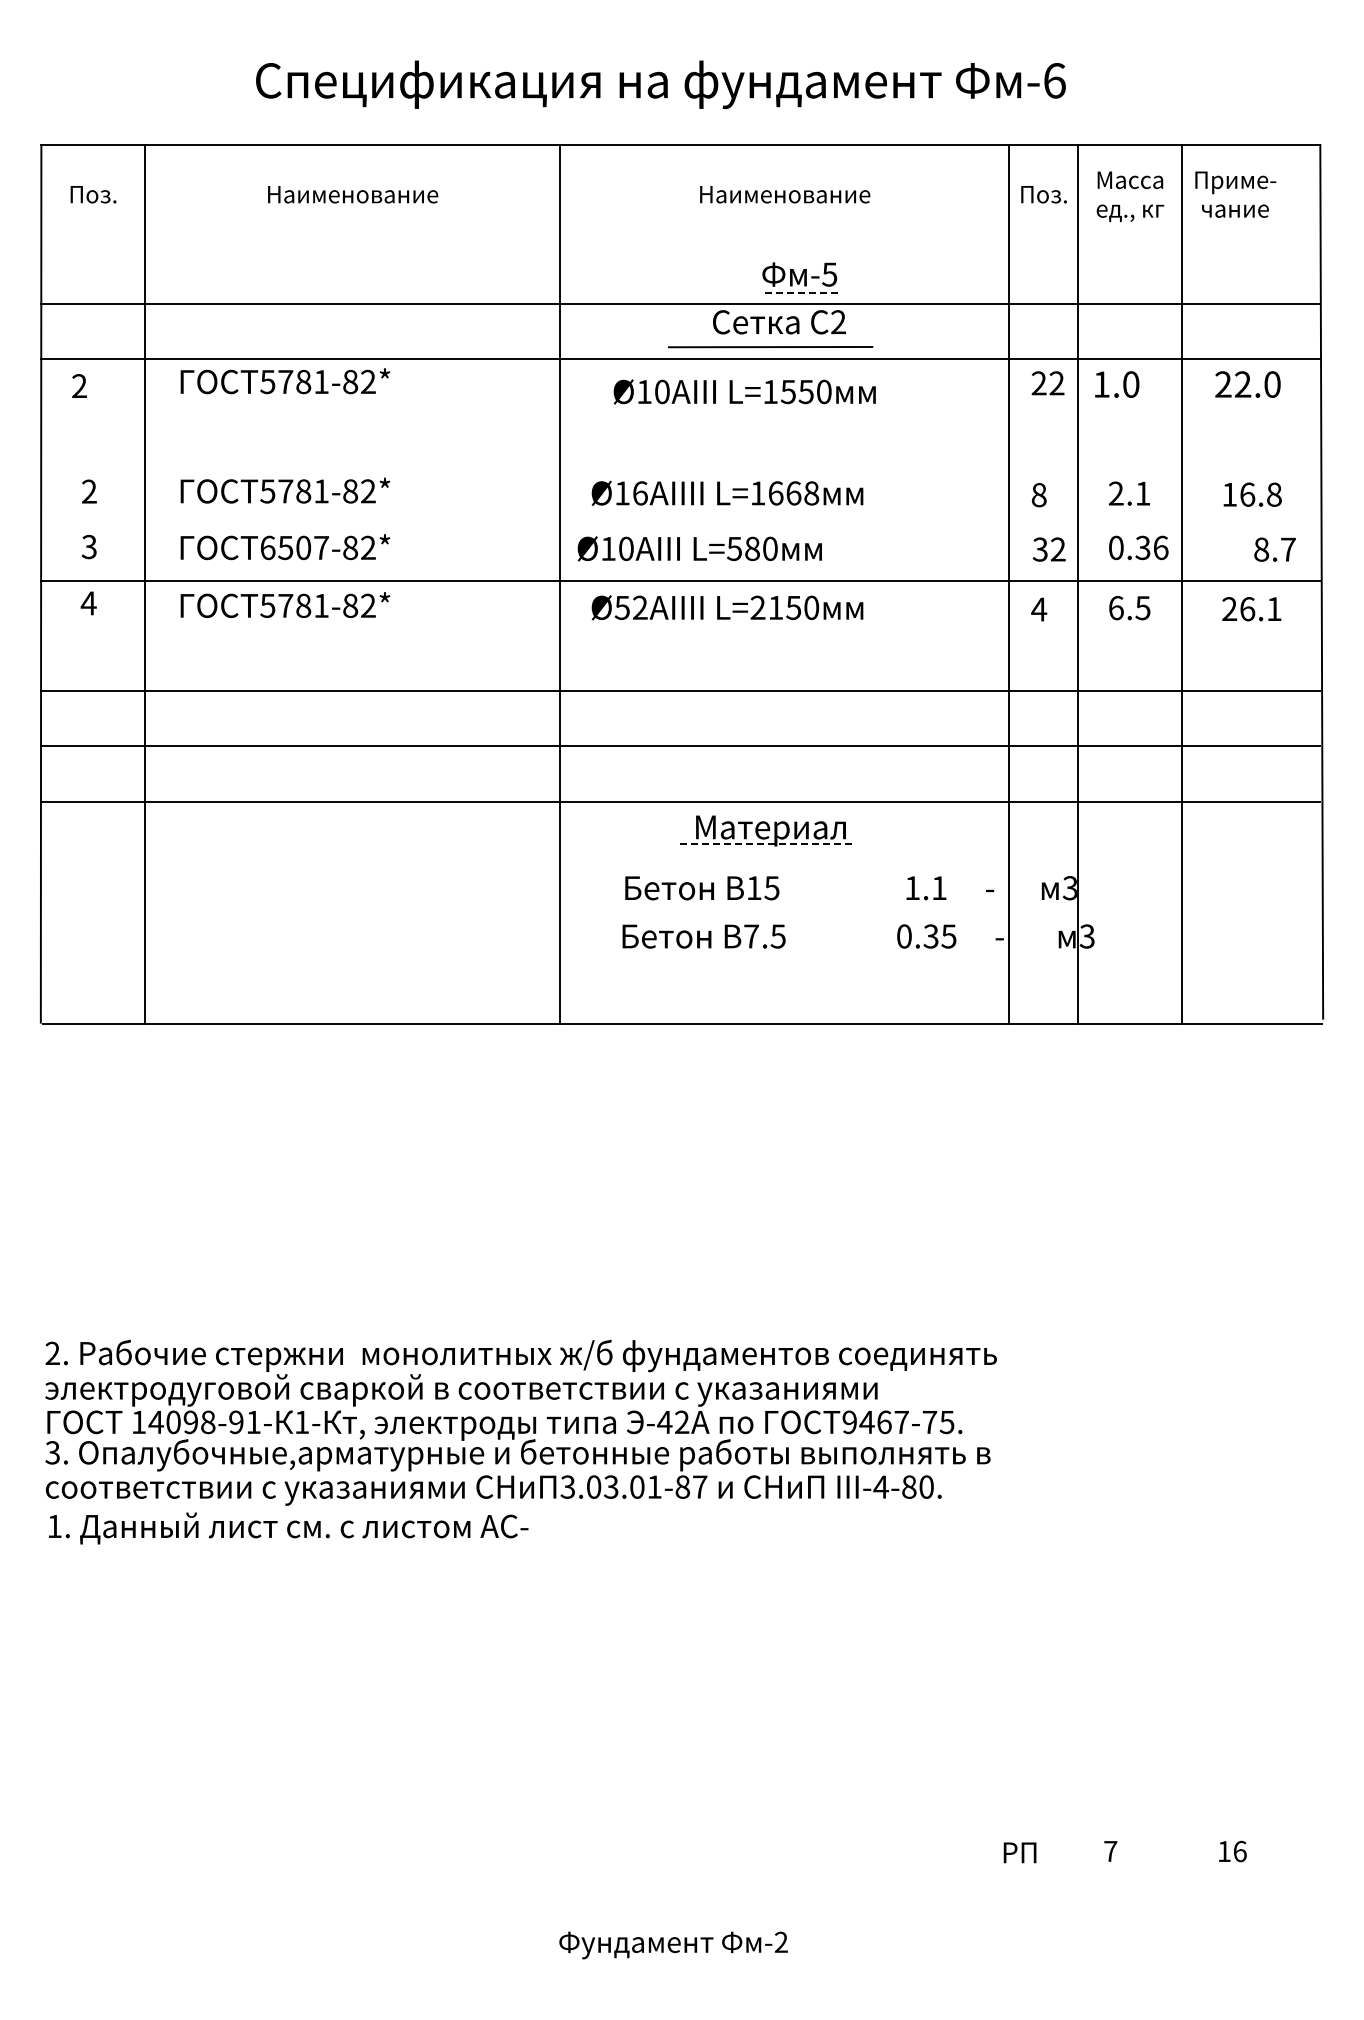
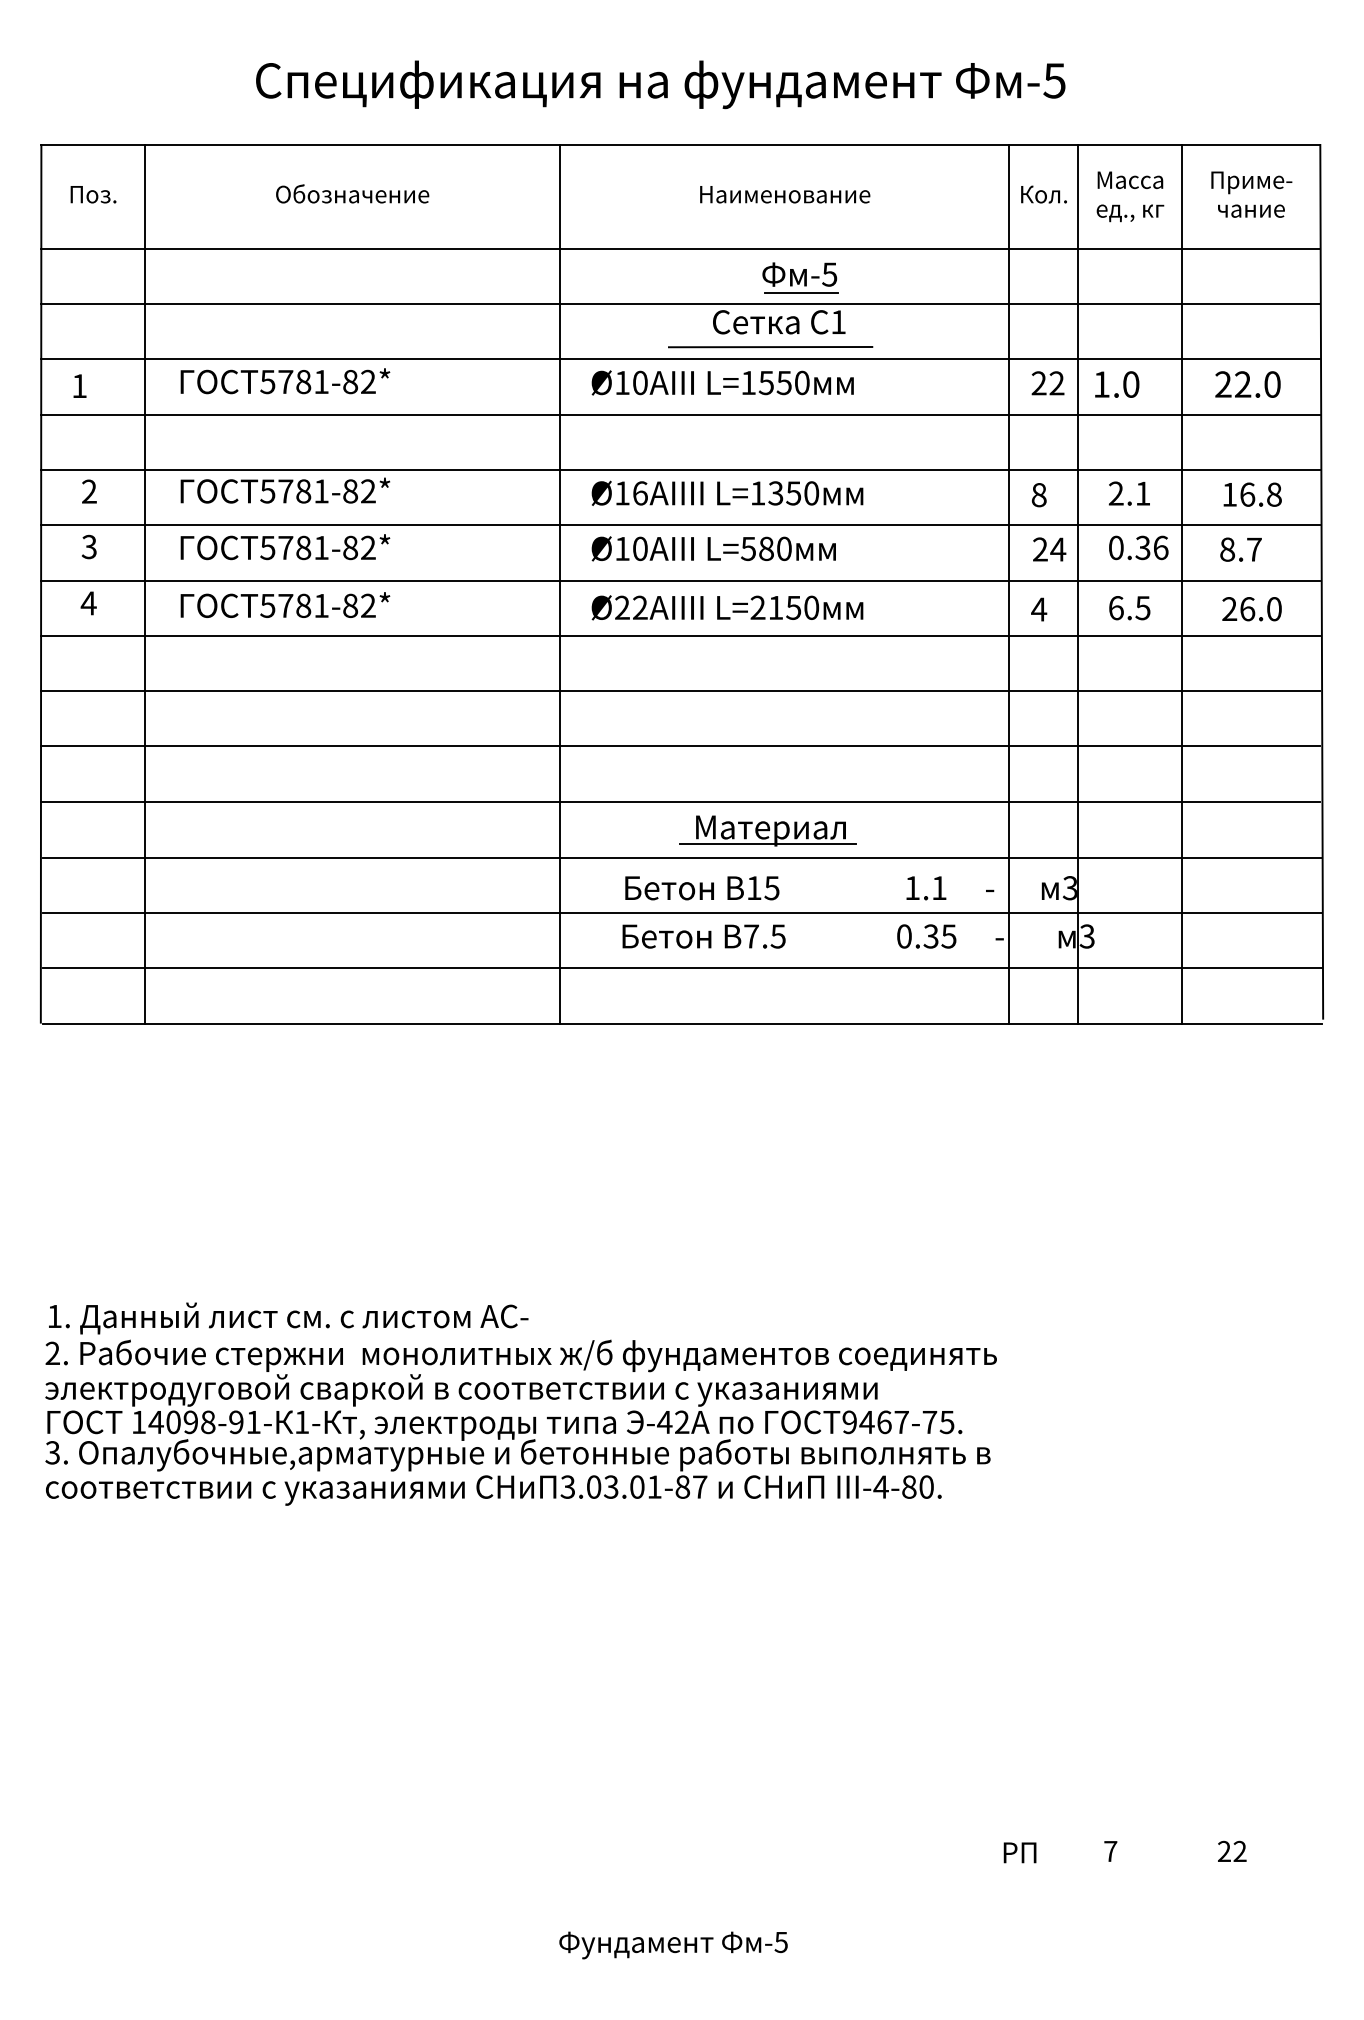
text at (1054, 80): -6 -> -5
text at (353, 193): Наименование -> Обозначение
text at (1041, 194): Поз. -> Кол.
text at (1235, 194) position: (1235, 194) -> (1251, 194)
line at (680, 248): none -> present
line at (802, 293): dashed -> solid
text at (838, 321): 2 -> 1
text at (79, 385): 2 -> 1
text at (744, 391) position: (744, 391) -> (722, 382)
line at (680, 414): none -> present
line at (680, 469): none -> present
text at (793, 493): L=1668 -> L=1350
line at (680, 525): none -> present
text at (294, 547): 6507-82* -> 5781-82*
text at (699, 548) position: (699, 548) -> (713, 548)
text at (1049, 549): 32 -> 24
text at (1274, 549) position: (1274, 549) -> (1240, 549)
text at (621, 607): Ø52 -> Ø22
text at (1274, 609): 26.1 -> 26.0
line at (680, 635): none -> present
line at (768, 843): dashed -> solid
line at (682, 857): none -> present
line at (682, 913): none -> present
line at (682, 968): none -> present
text at (288, 1528) position: (288, 1528) -> (288, 1318)
text at (1232, 1851): 16 -> 22
text at (780, 1942): -2 -> -5
